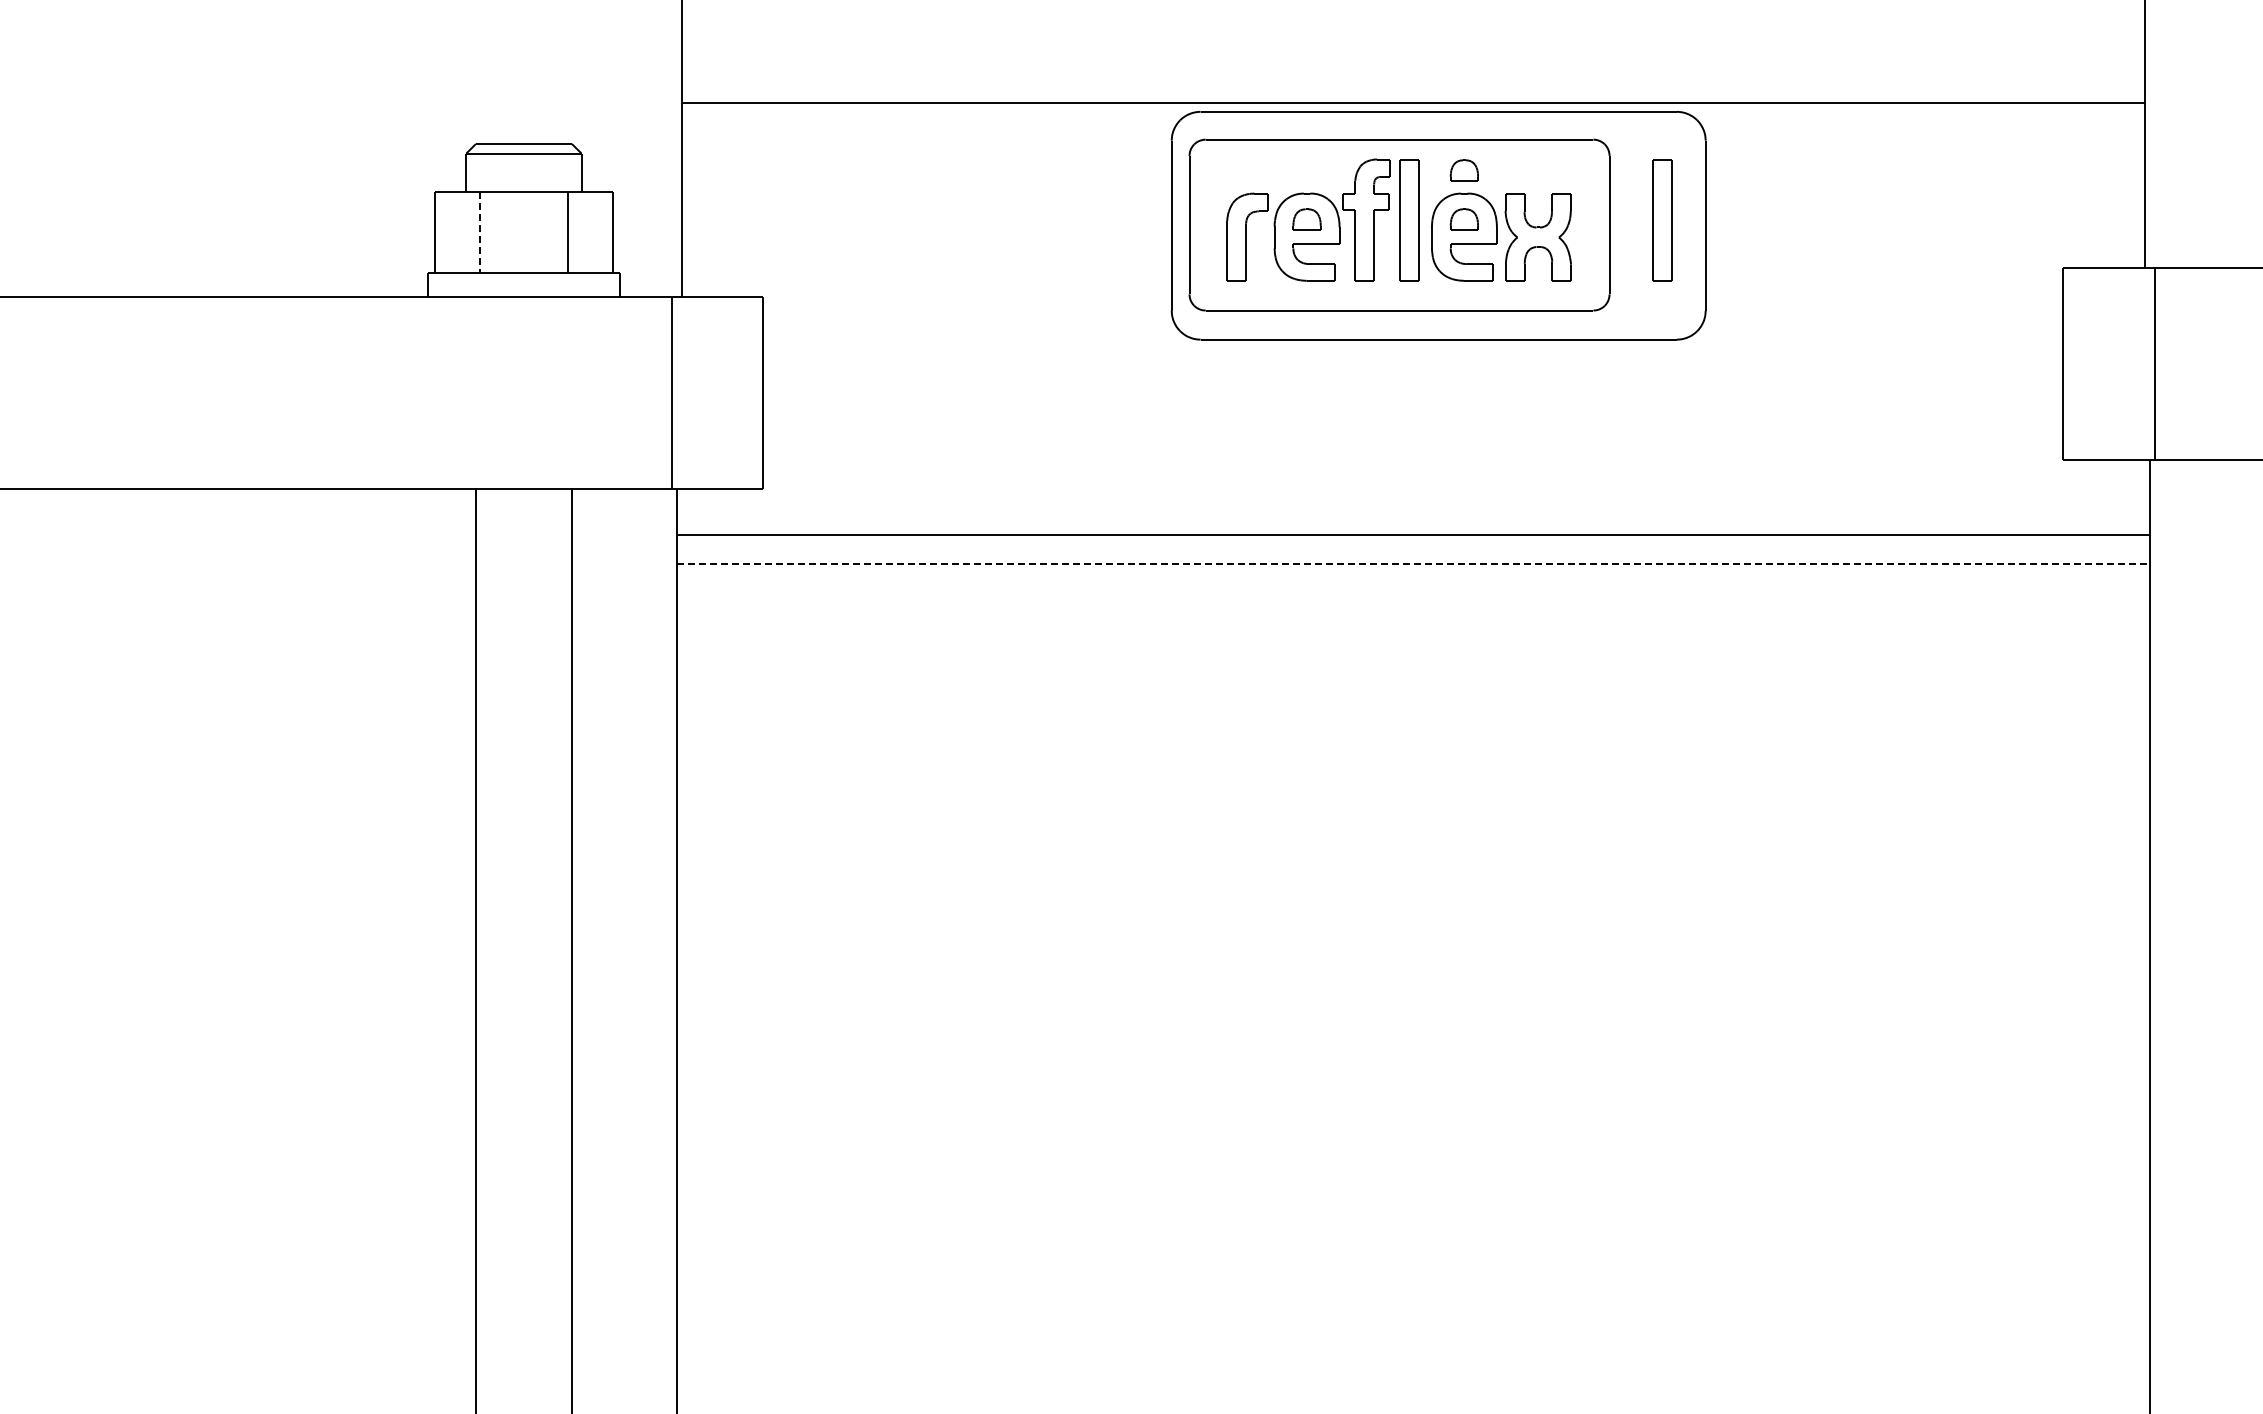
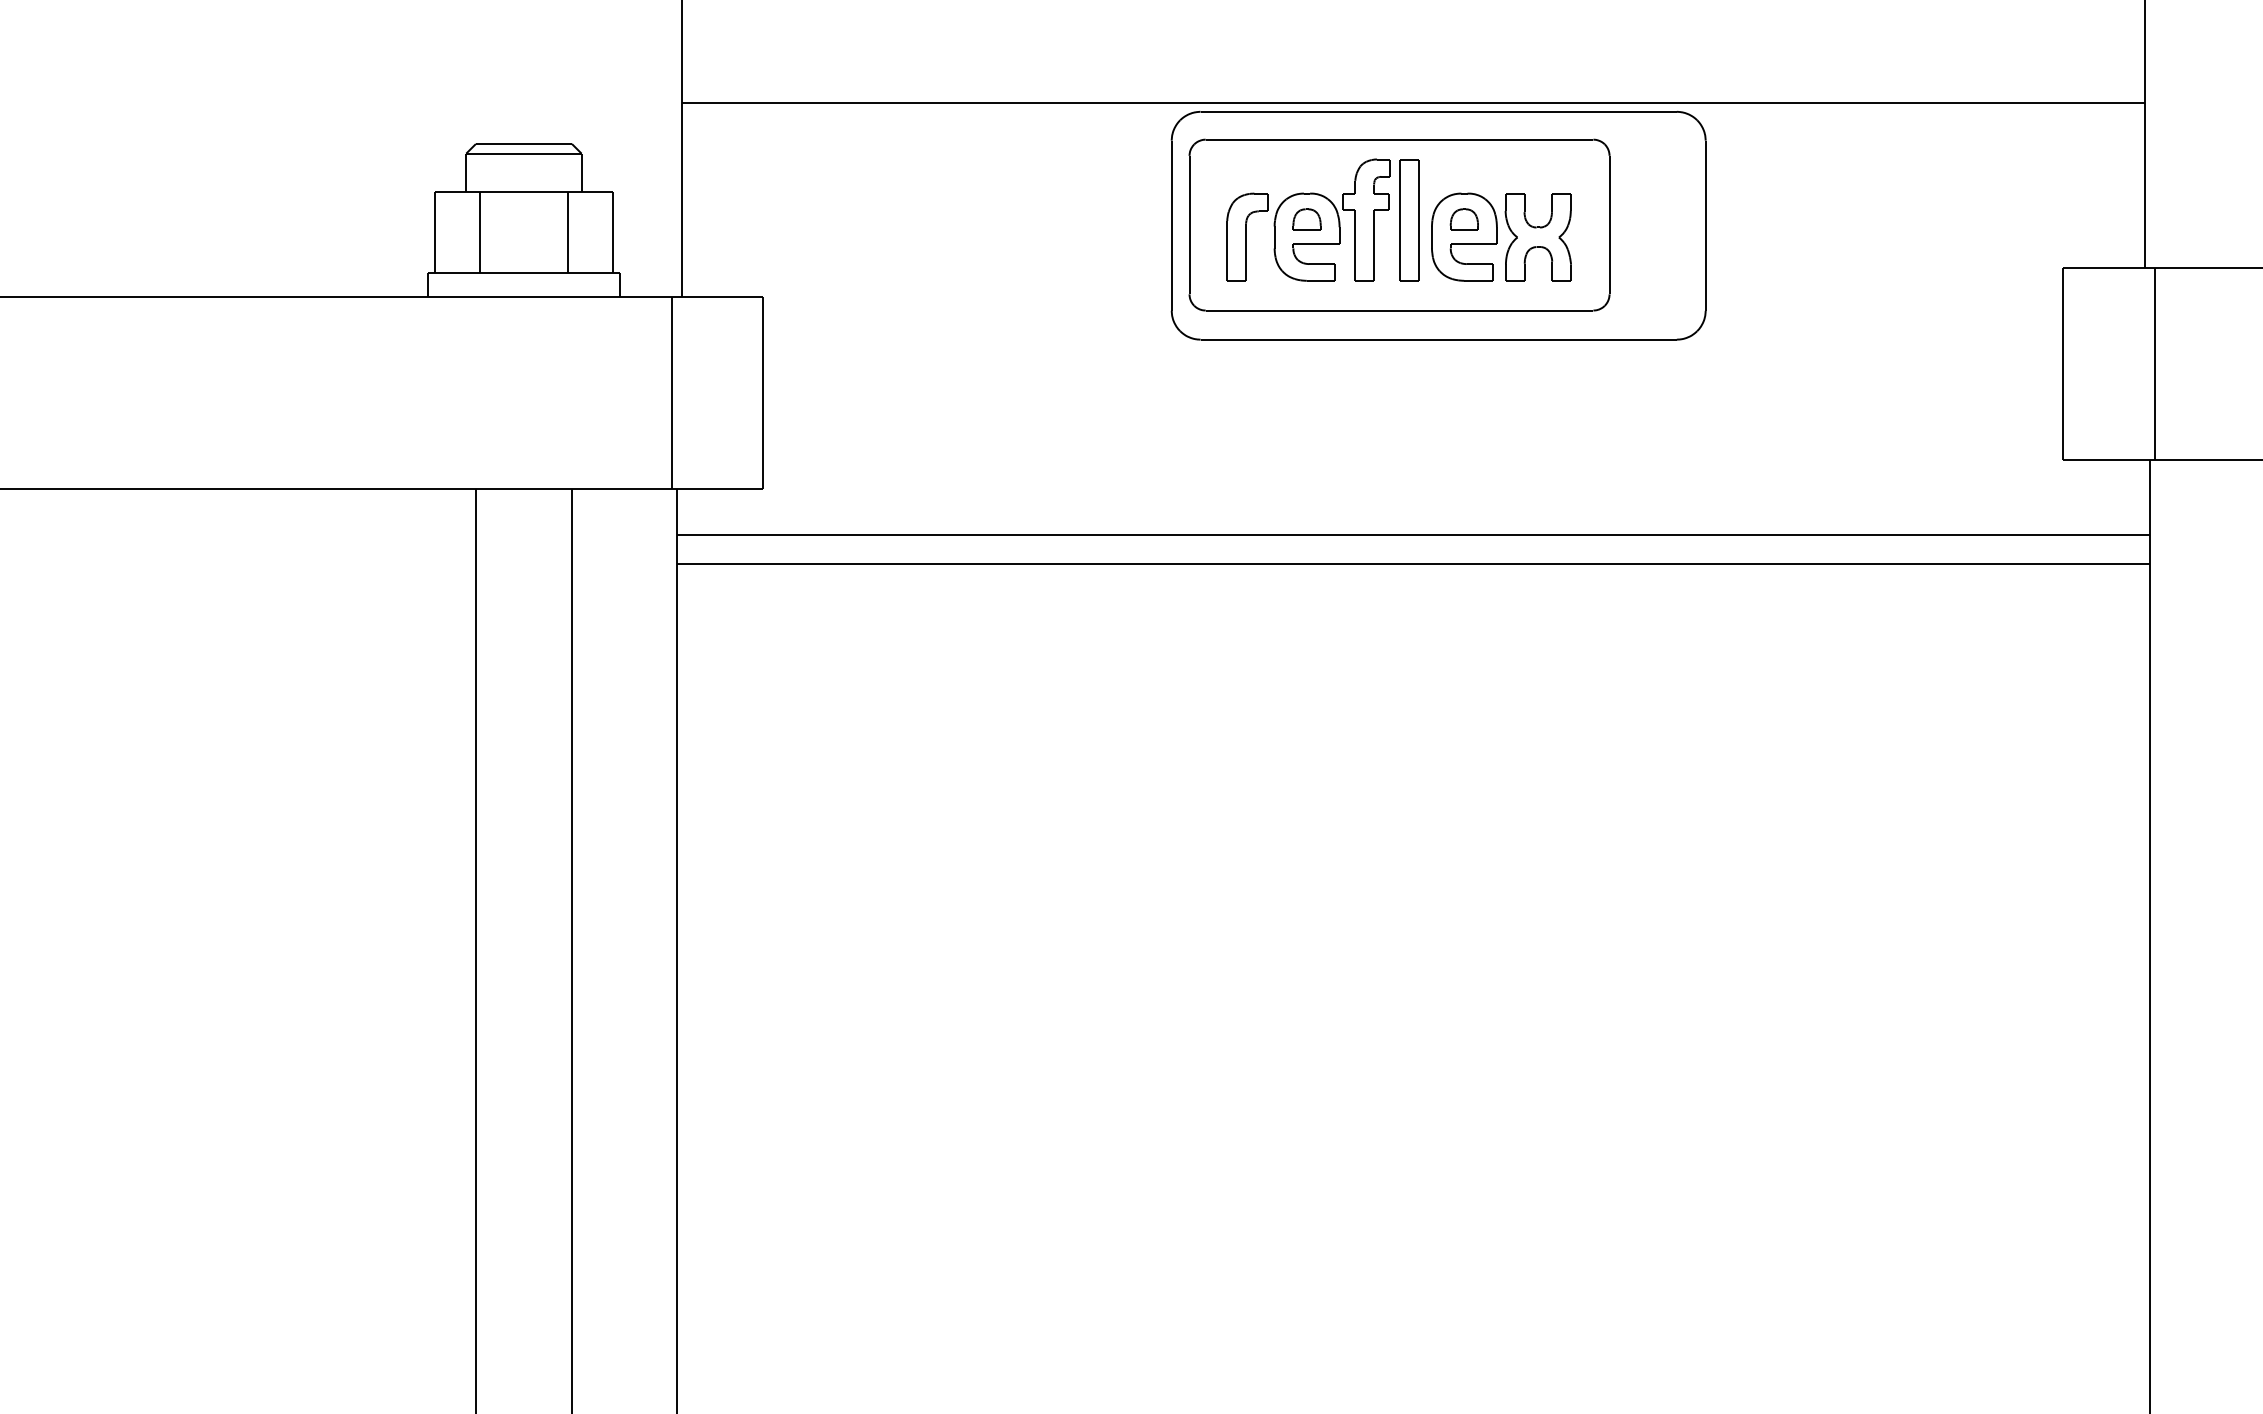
part at (1463, 170): present -> none
part at (1662, 220): present -> none
line at (479, 232): dashed -> solid
line at (1413, 563): dashed -> solid
